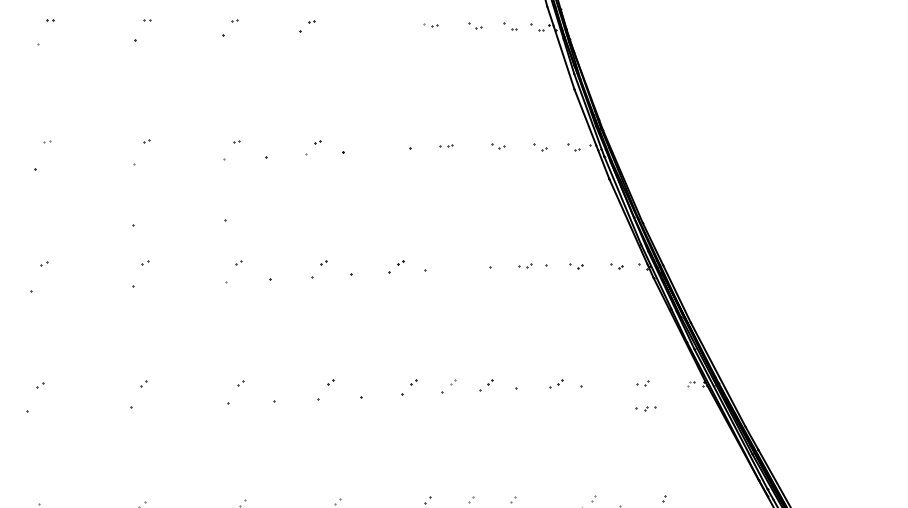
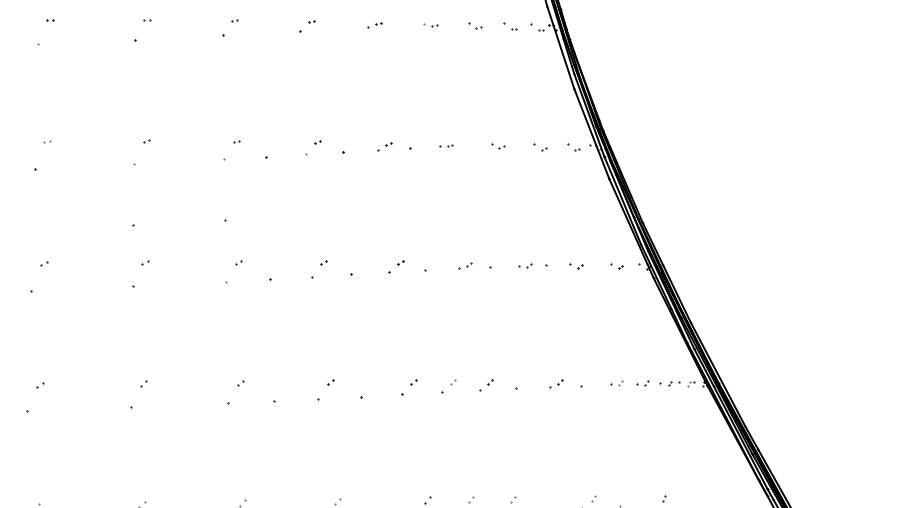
part at (374, 25): none -> present
part at (384, 146): none -> present
part at (465, 265): none -> present
part at (616, 383): none -> present
part at (645, 408) position: (645, 408) -> (669, 383)
